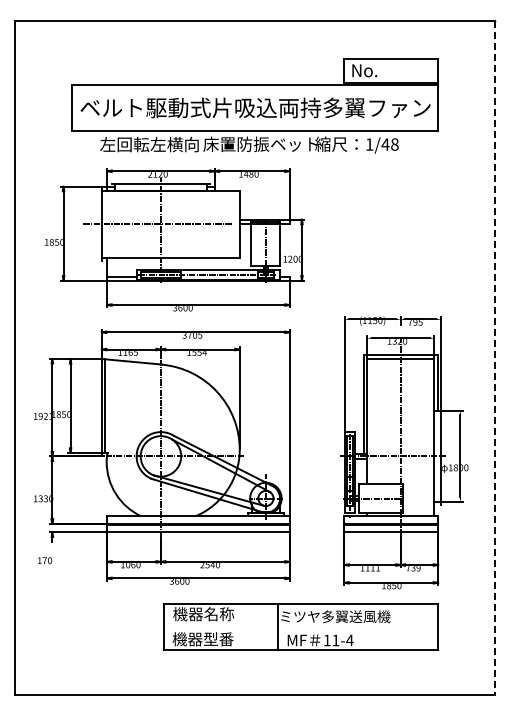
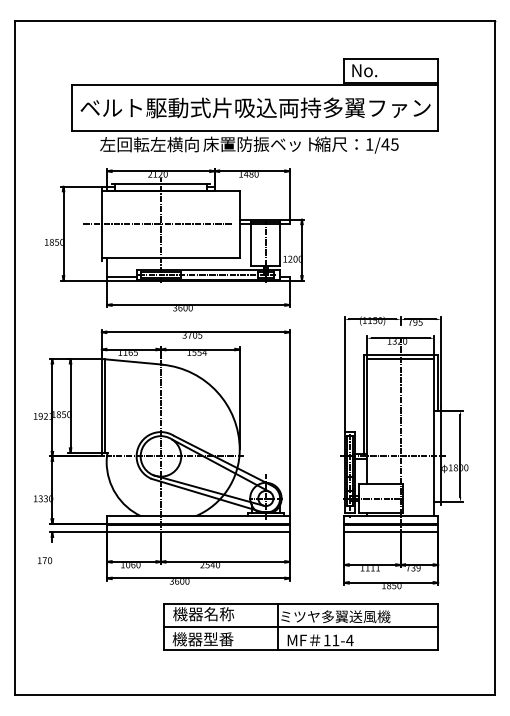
text at (394, 144): 1/48 -> 1/45
line at (494, 358): dashed -> solid
line at (300, 627): none -> present
